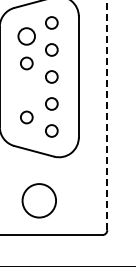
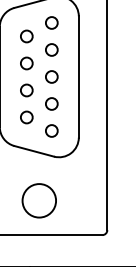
circle at (26, 36) size: 19x19 px -> 14x15 px
circle at (26, 90): none -> present
line at (107, 115): dashed -> solid
